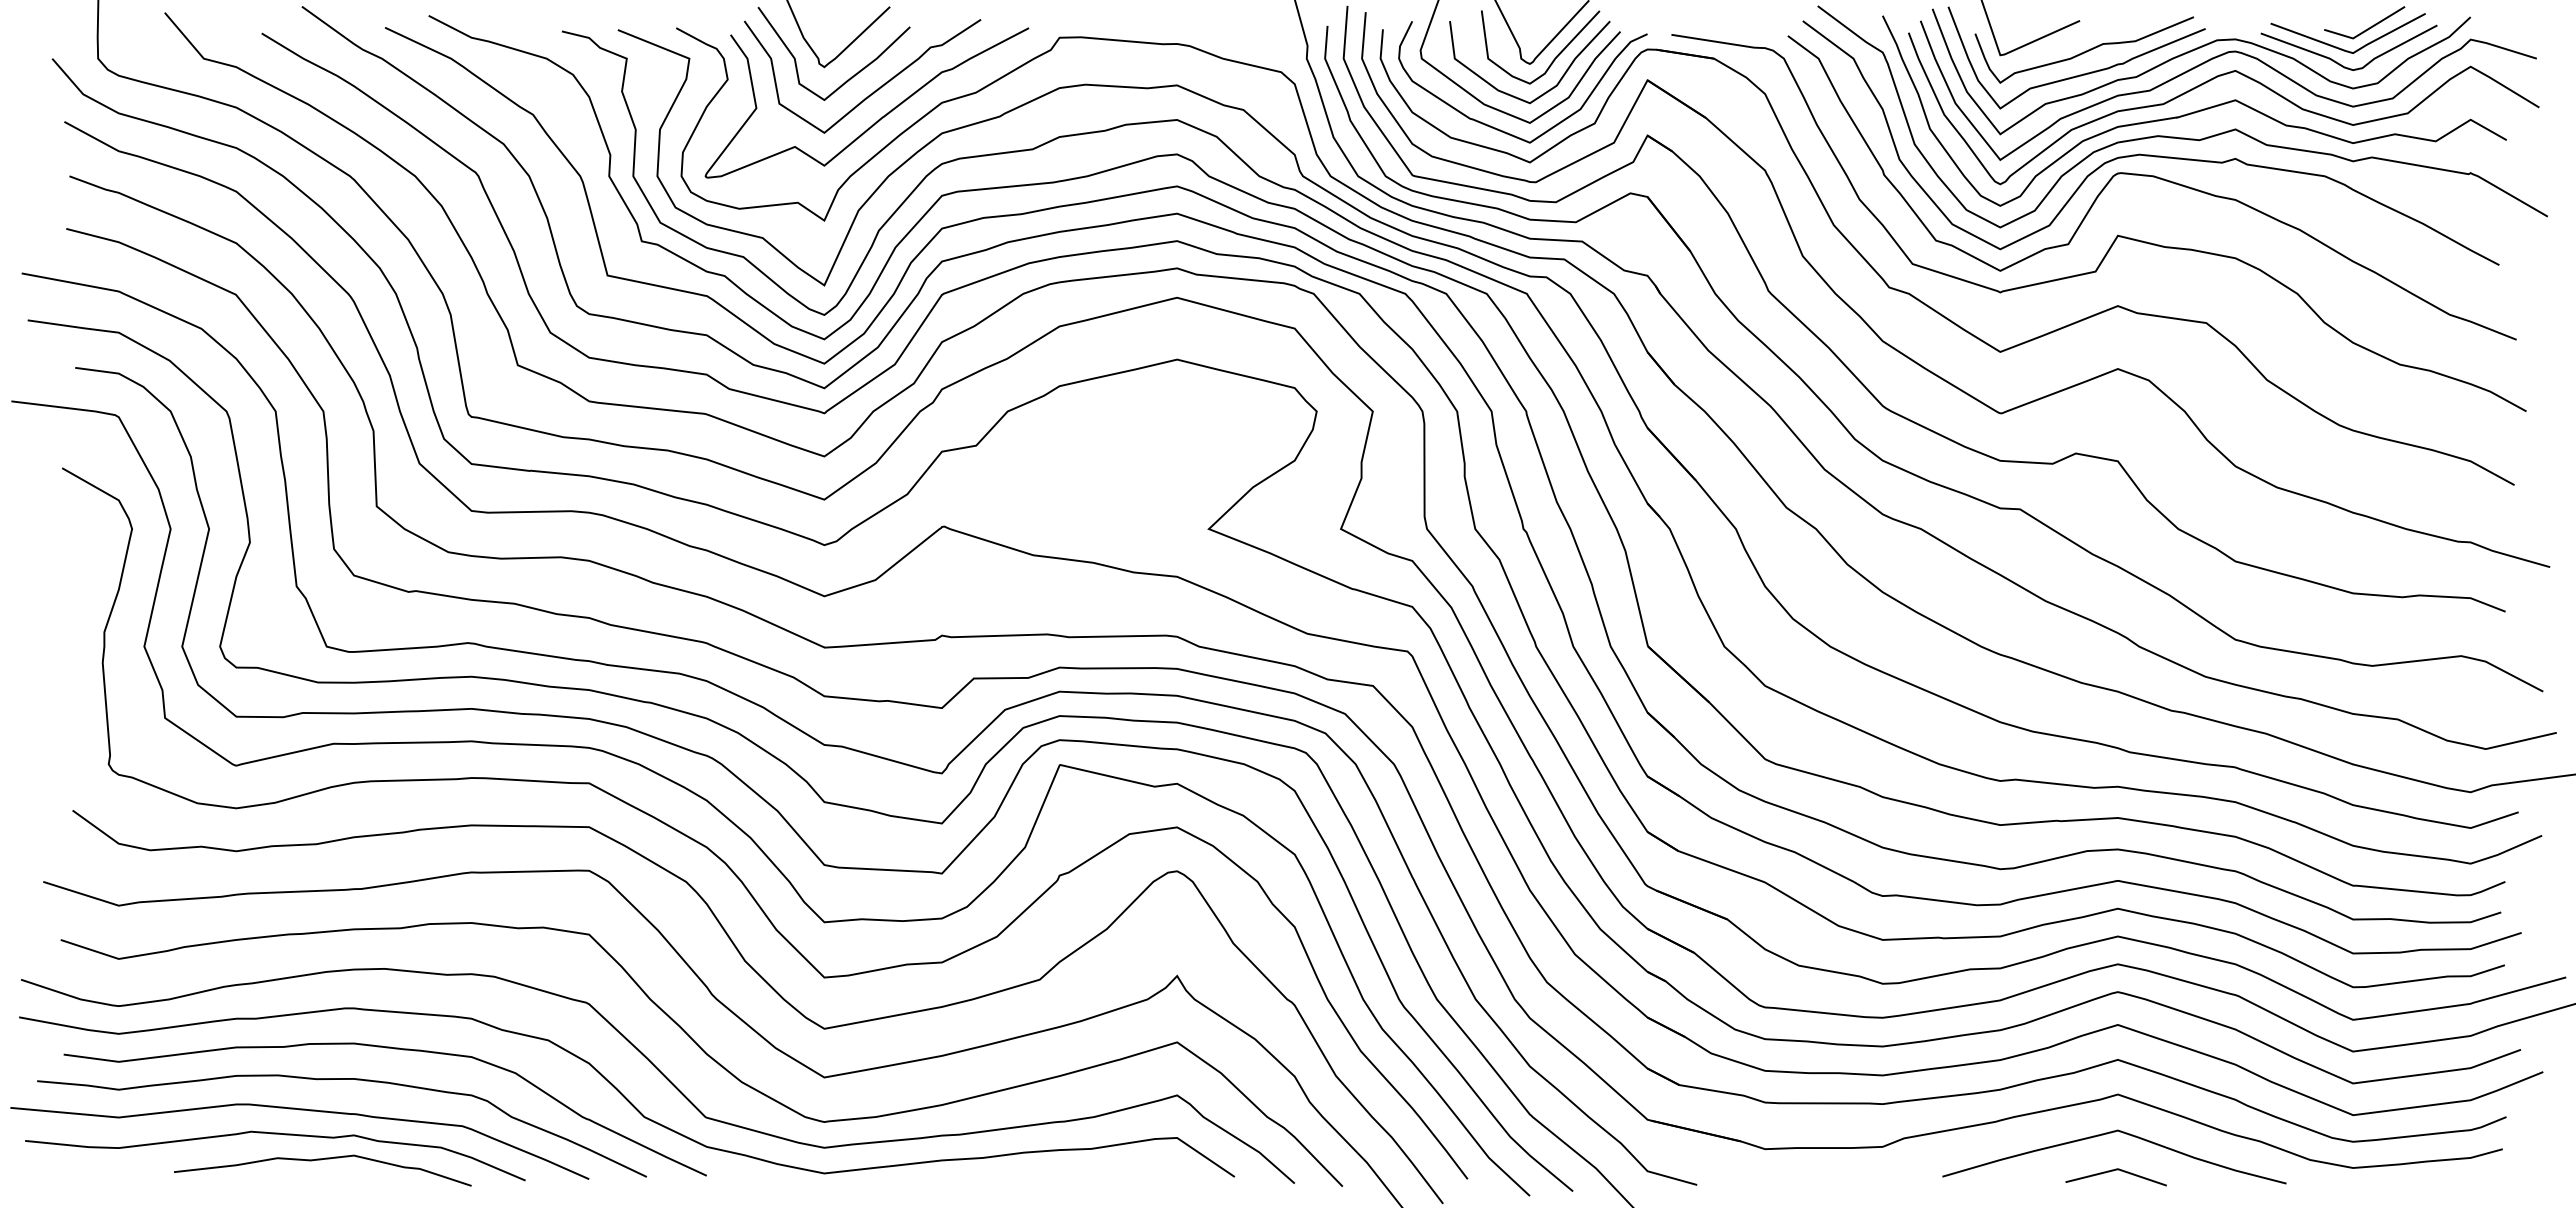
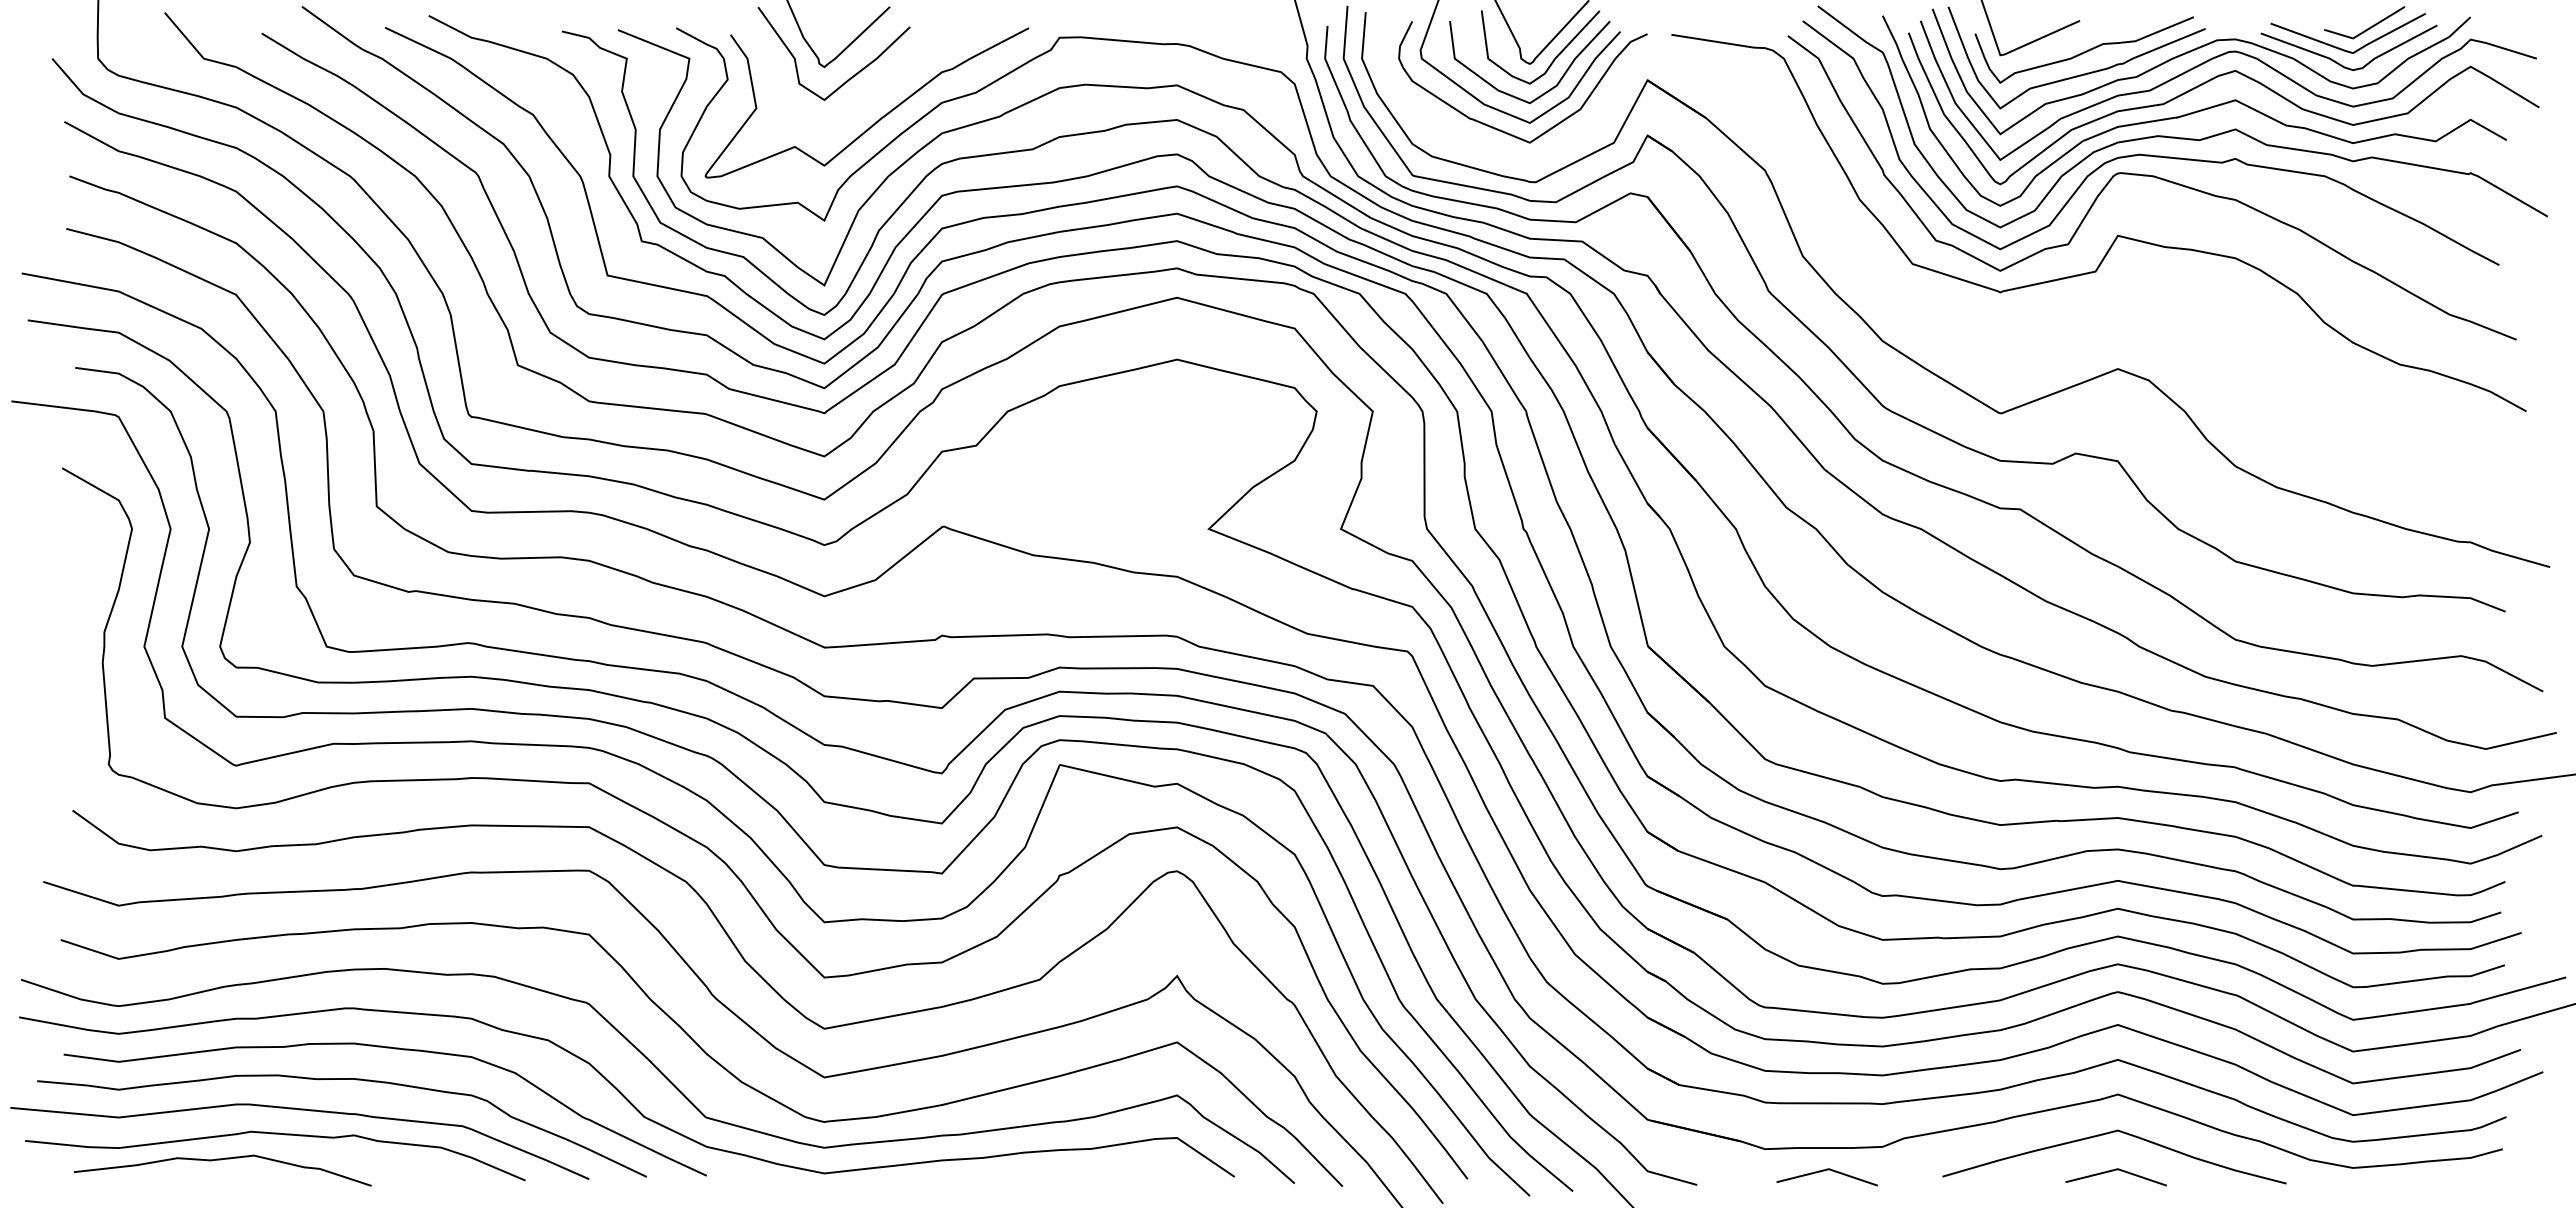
curve at (873, 91): present -> none
part at (1918, 298): present -> none
curve at (321, 1160) position: (321, 1160) -> (221, 1160)
line at (1824, 1171): none -> present
